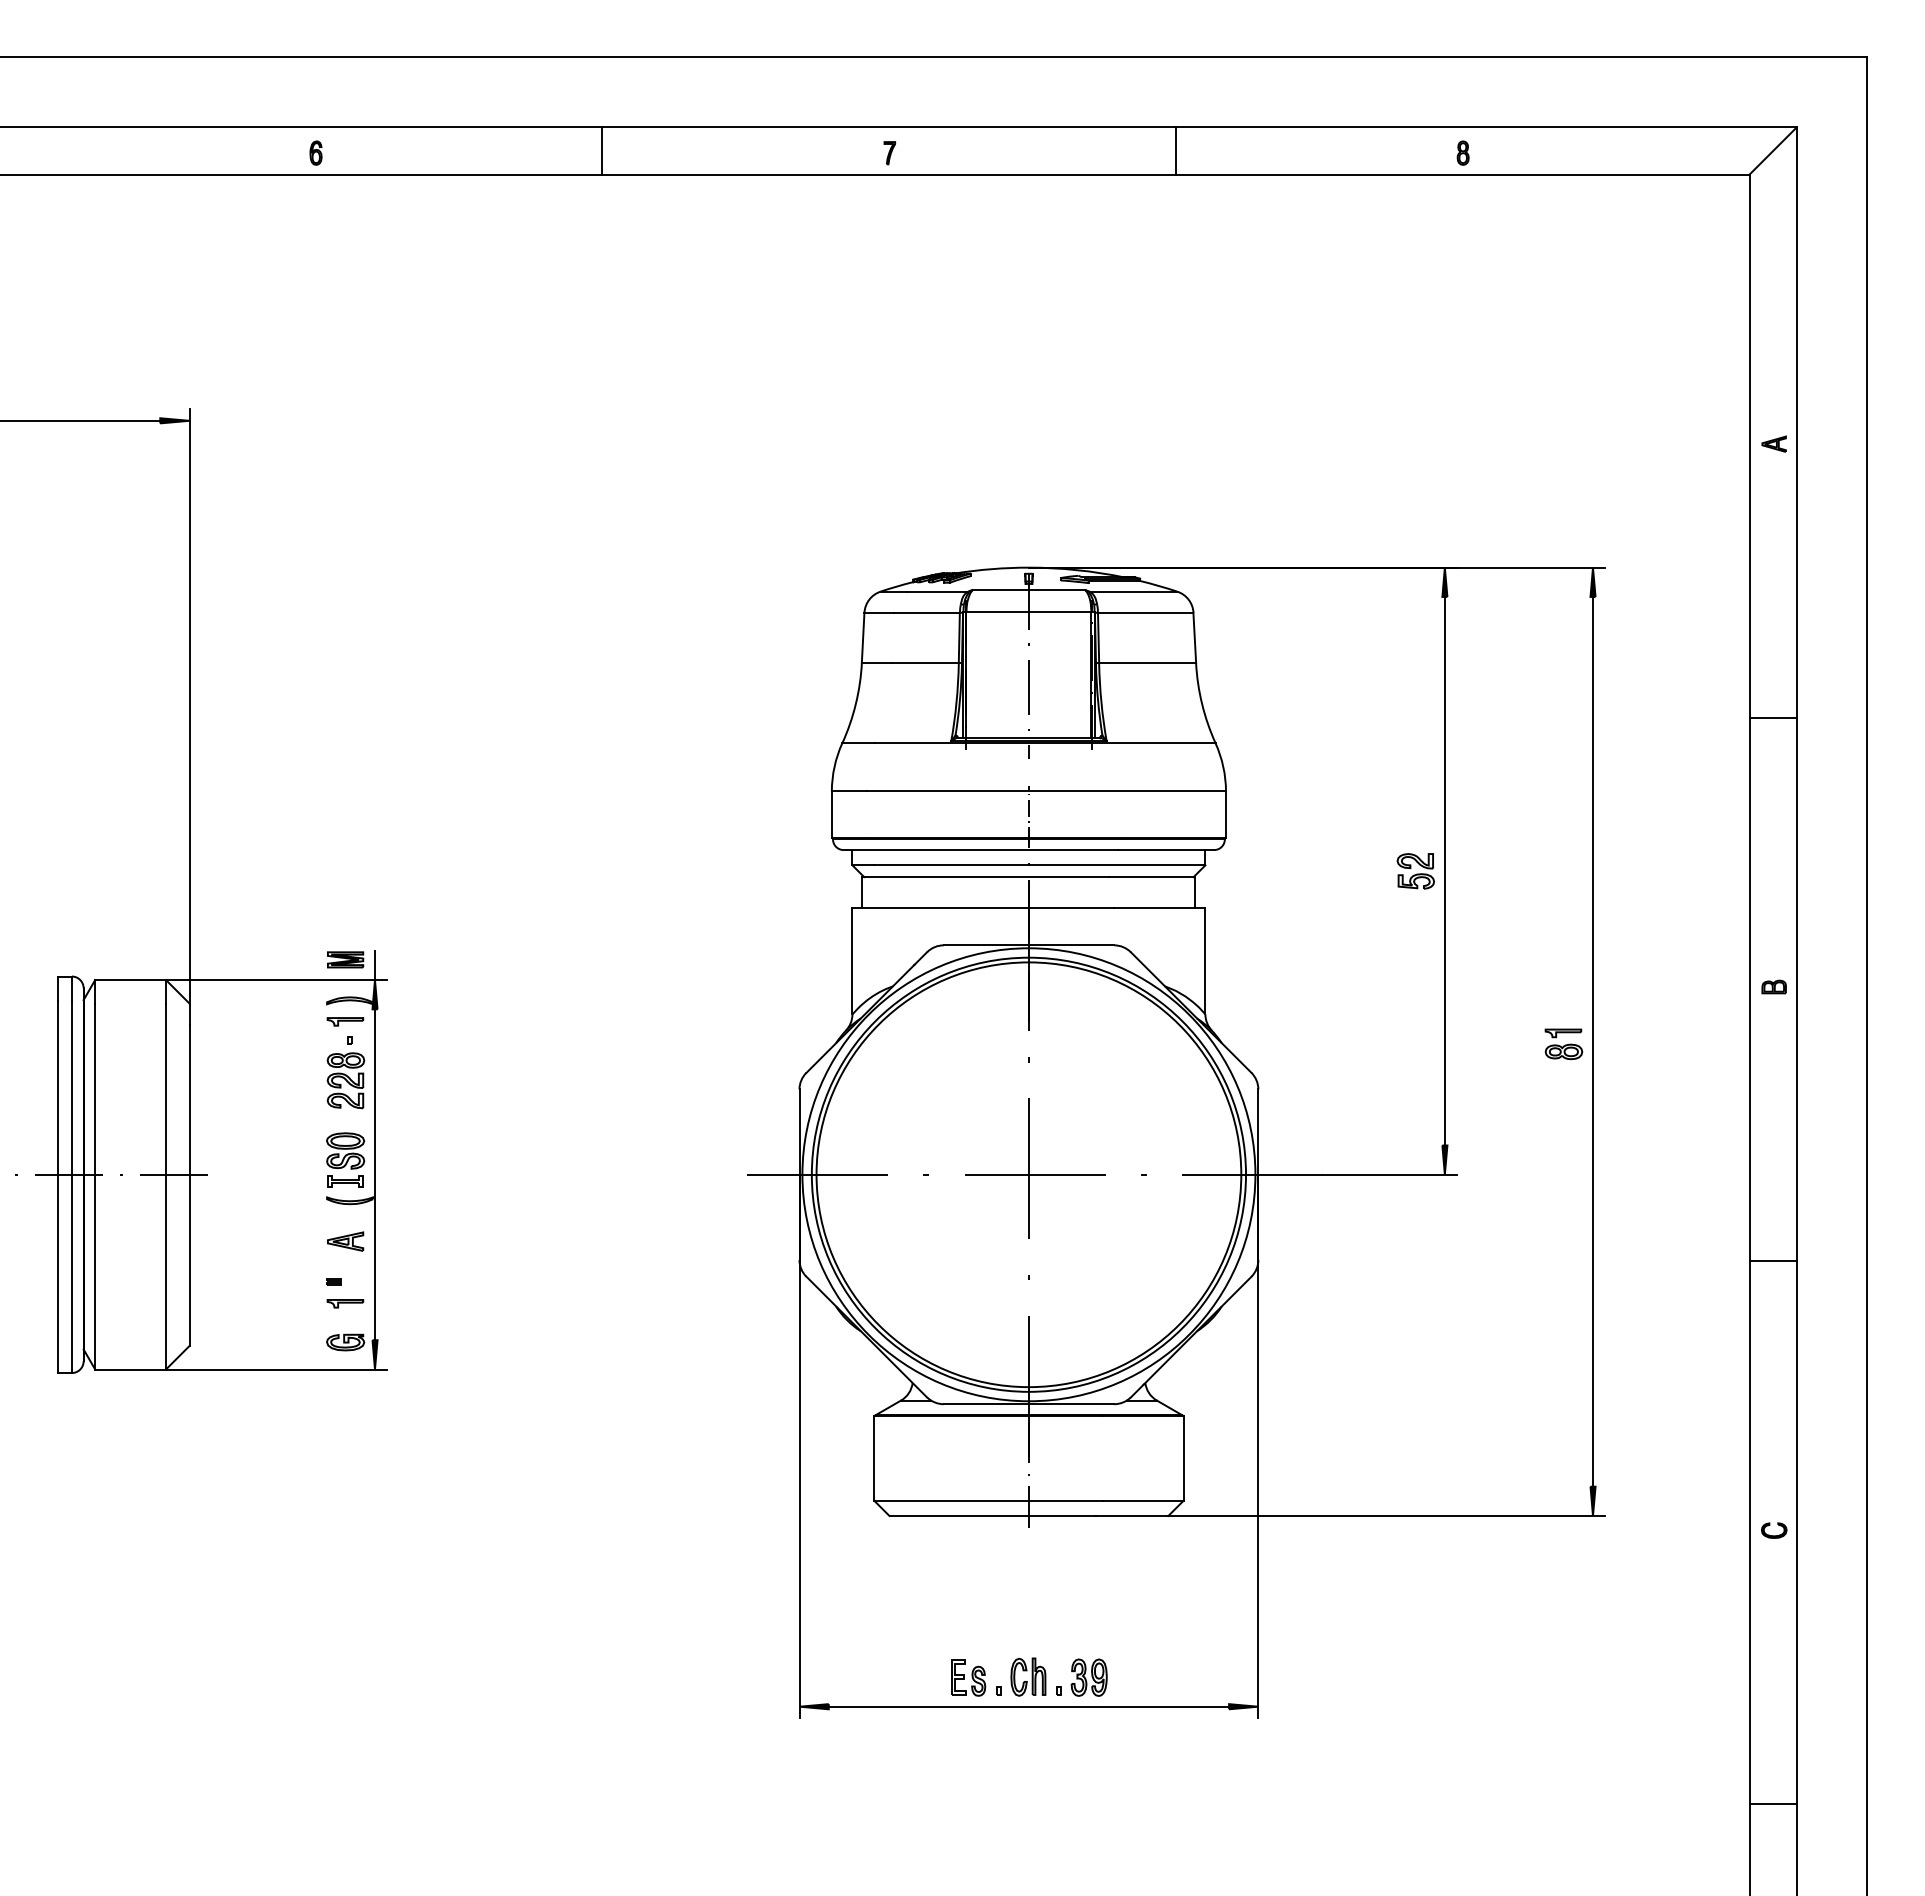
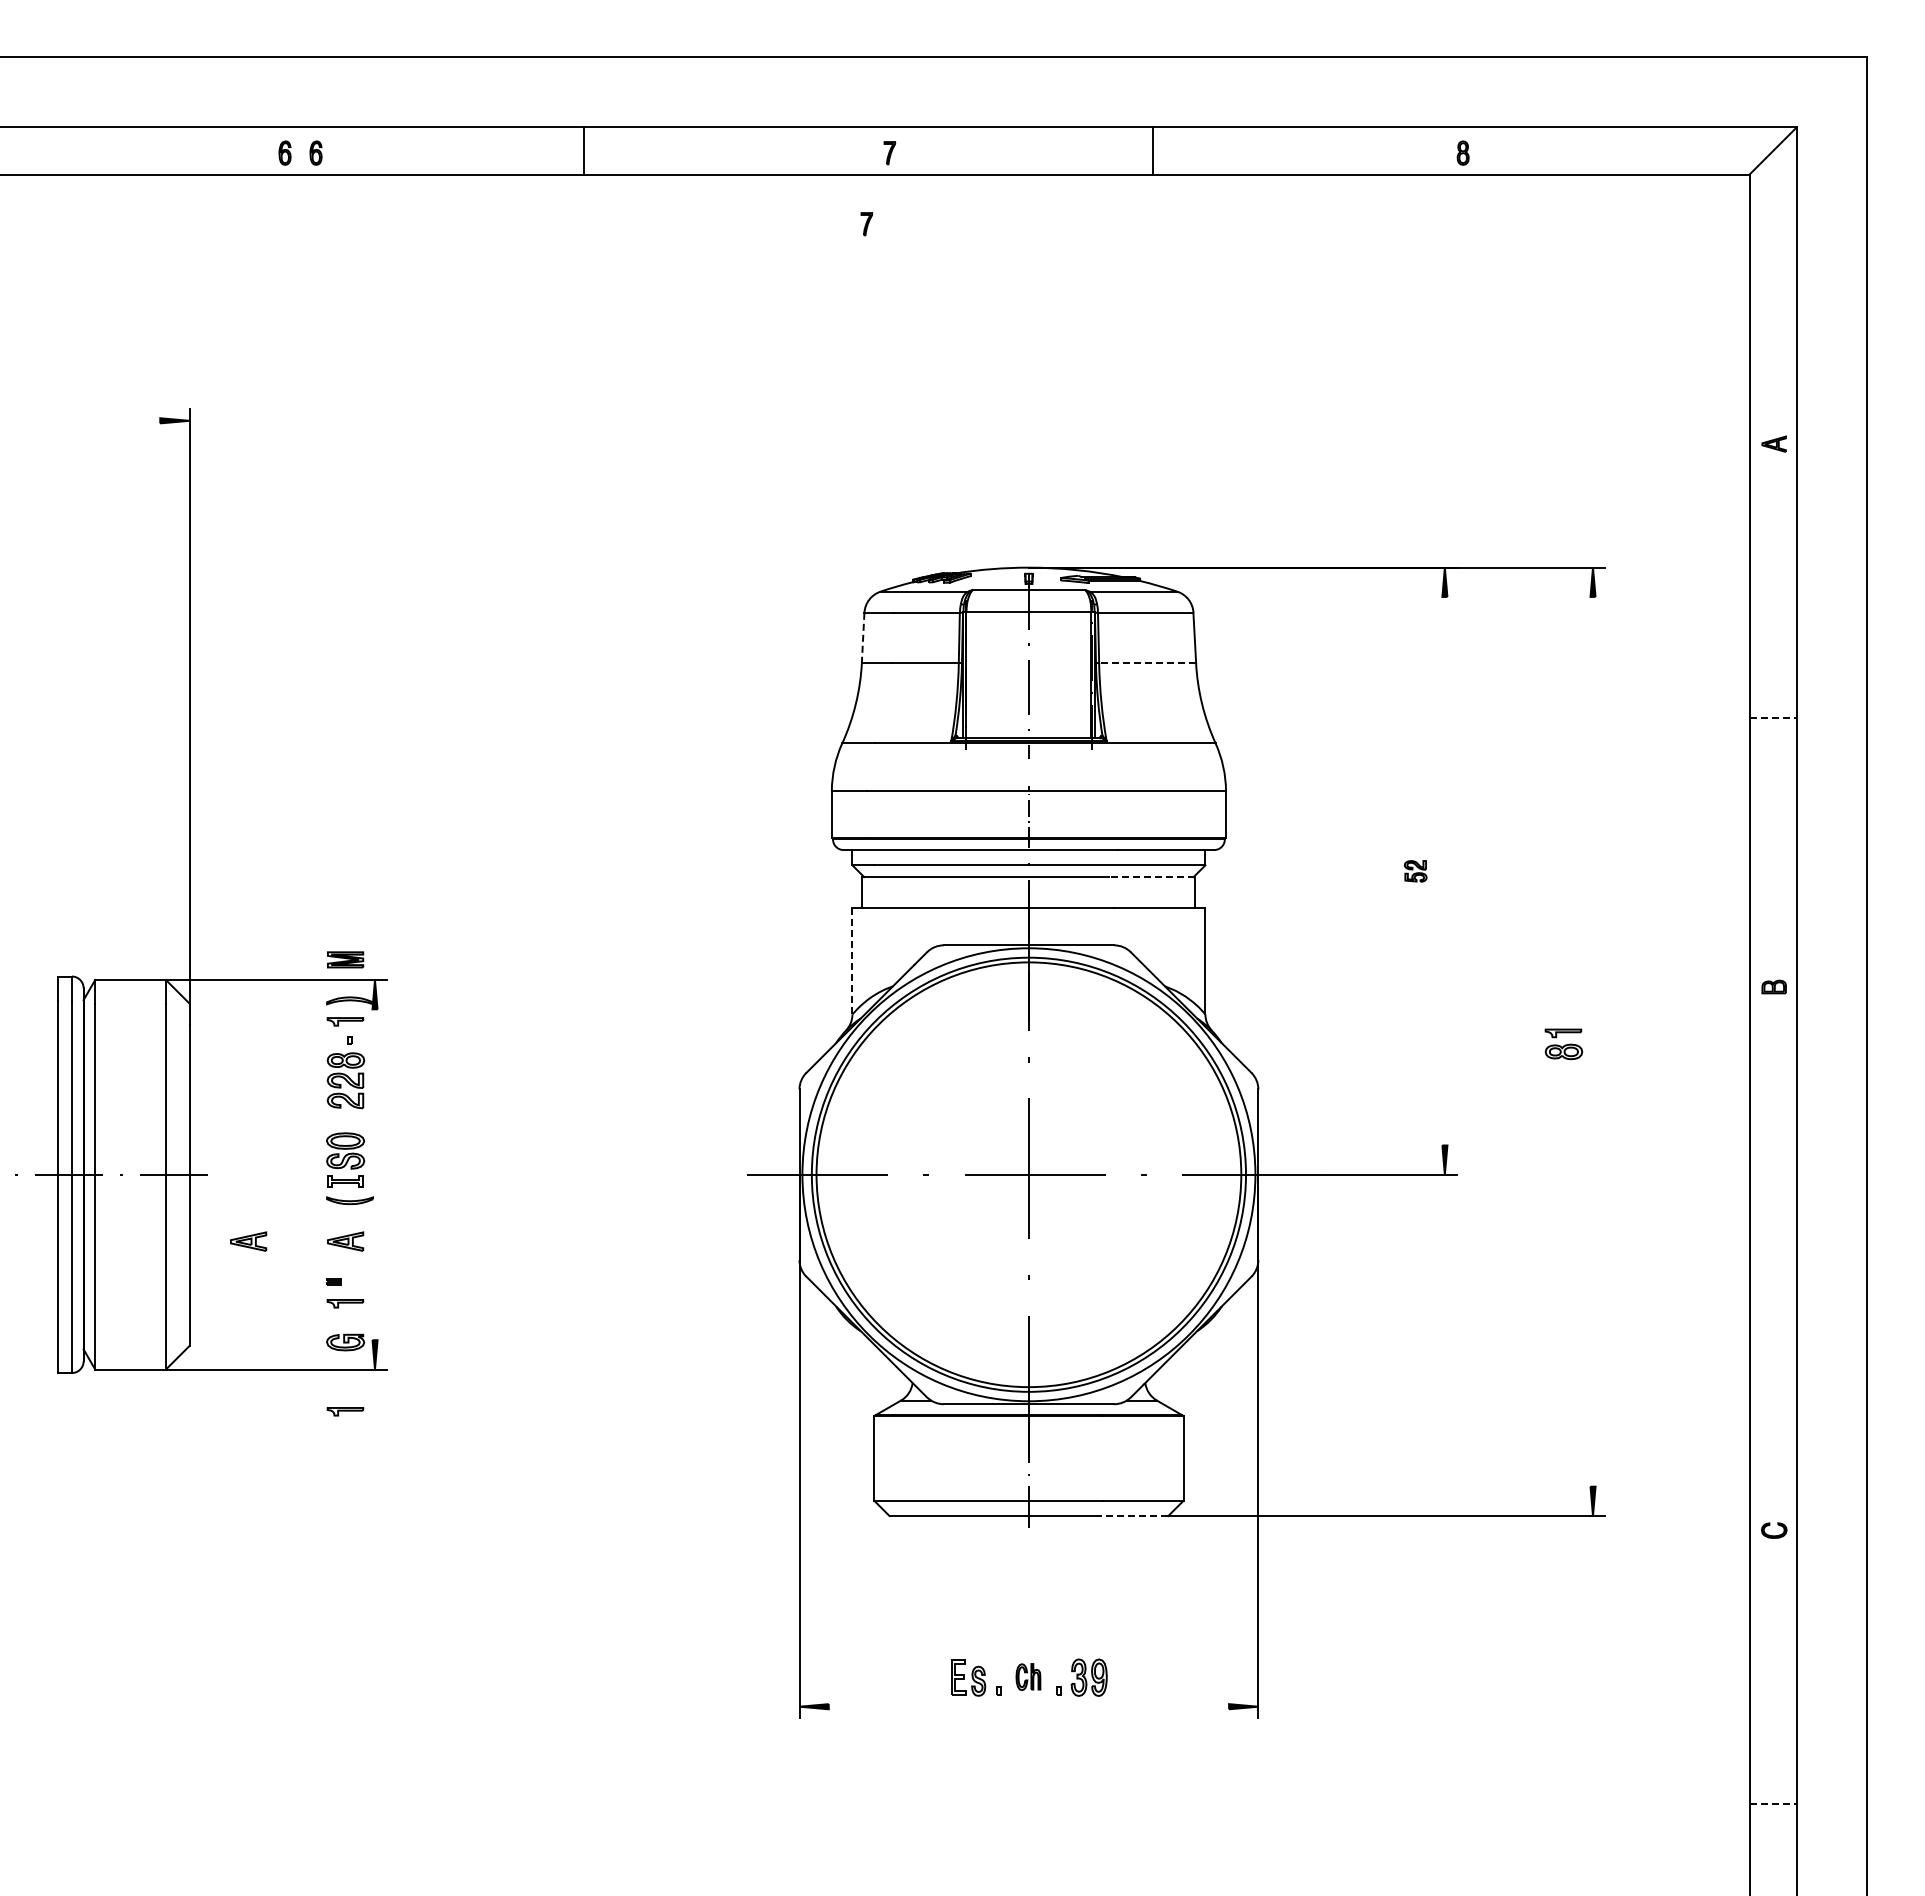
line at (602, 150) position: (602, 150) -> (584, 150)
line at (1176, 150) position: (1176, 150) -> (1153, 150)
part at (284, 152): none -> present
part at (866, 224): none -> present
line at (81, 420): present -> none
line at (863, 638): solid -> dashed
line at (1147, 662): solid -> dashed
line at (1773, 717): solid -> dashed
line at (1444, 870): present -> none
part at (1415, 871) size: 39x37 px -> 25x23 px
line at (1151, 877): solid -> dashed
line at (852, 960): solid -> dashed
line at (374, 965): present -> none
line at (1592, 1041): present -> none
line at (374, 1174): present -> none
part at (248, 1241): none -> present
line at (1772, 1260): present -> none
part at (345, 1411): none -> present
line at (1131, 1515): solid -> dashed
part at (1028, 1676) size: 37x40 px -> 27x28 px
line at (1028, 1706): present -> none
line at (1773, 1804): solid -> dashed
